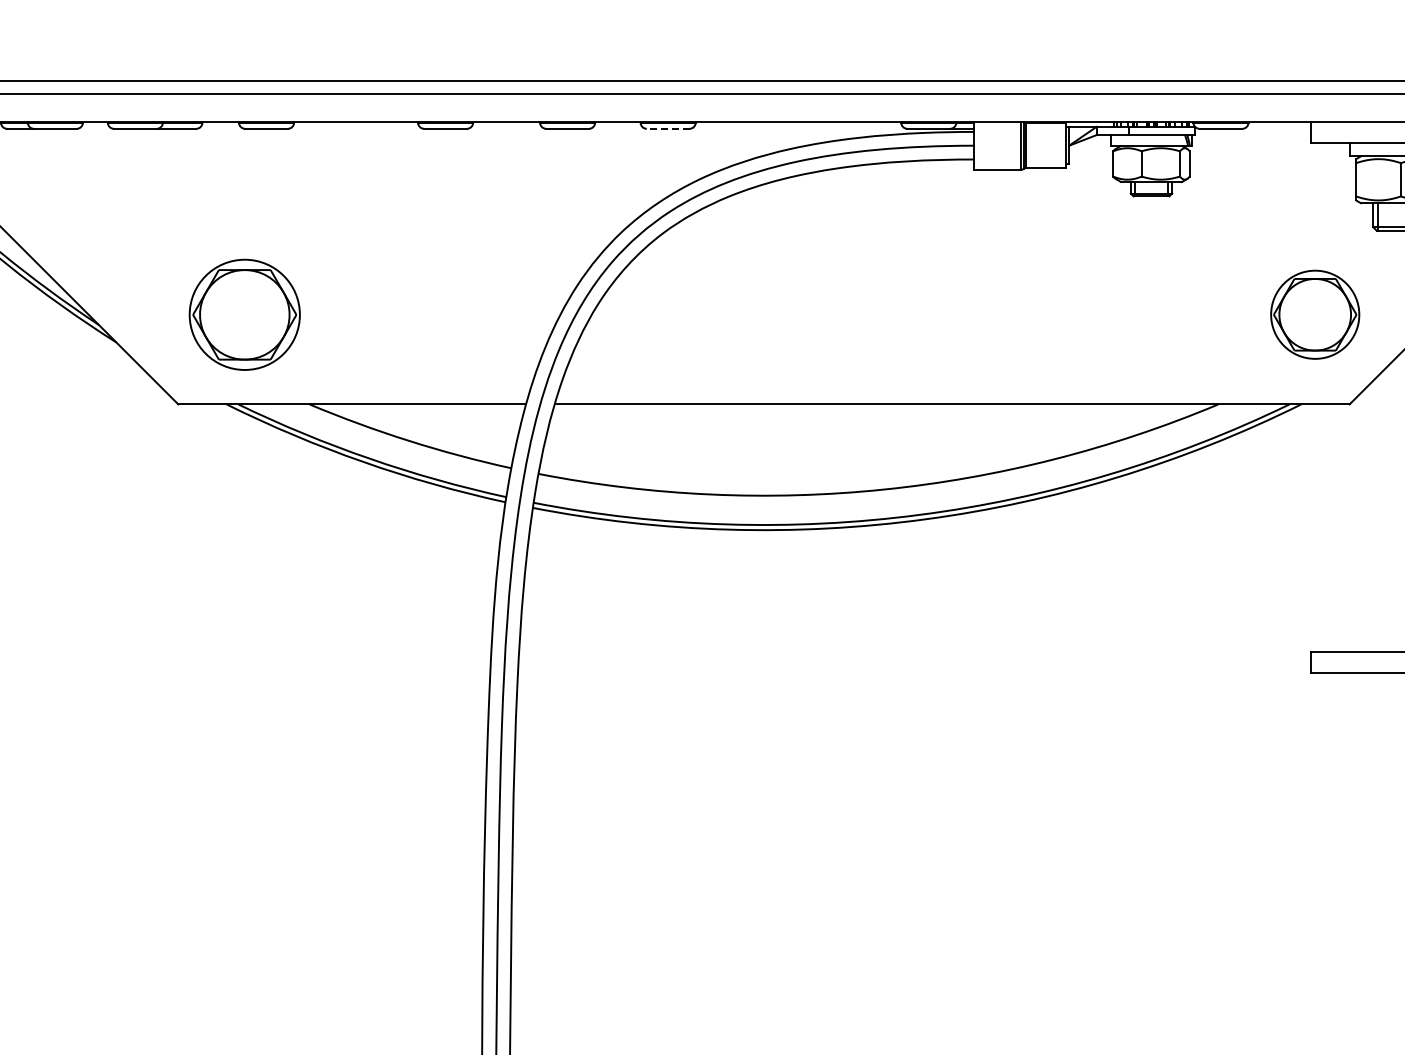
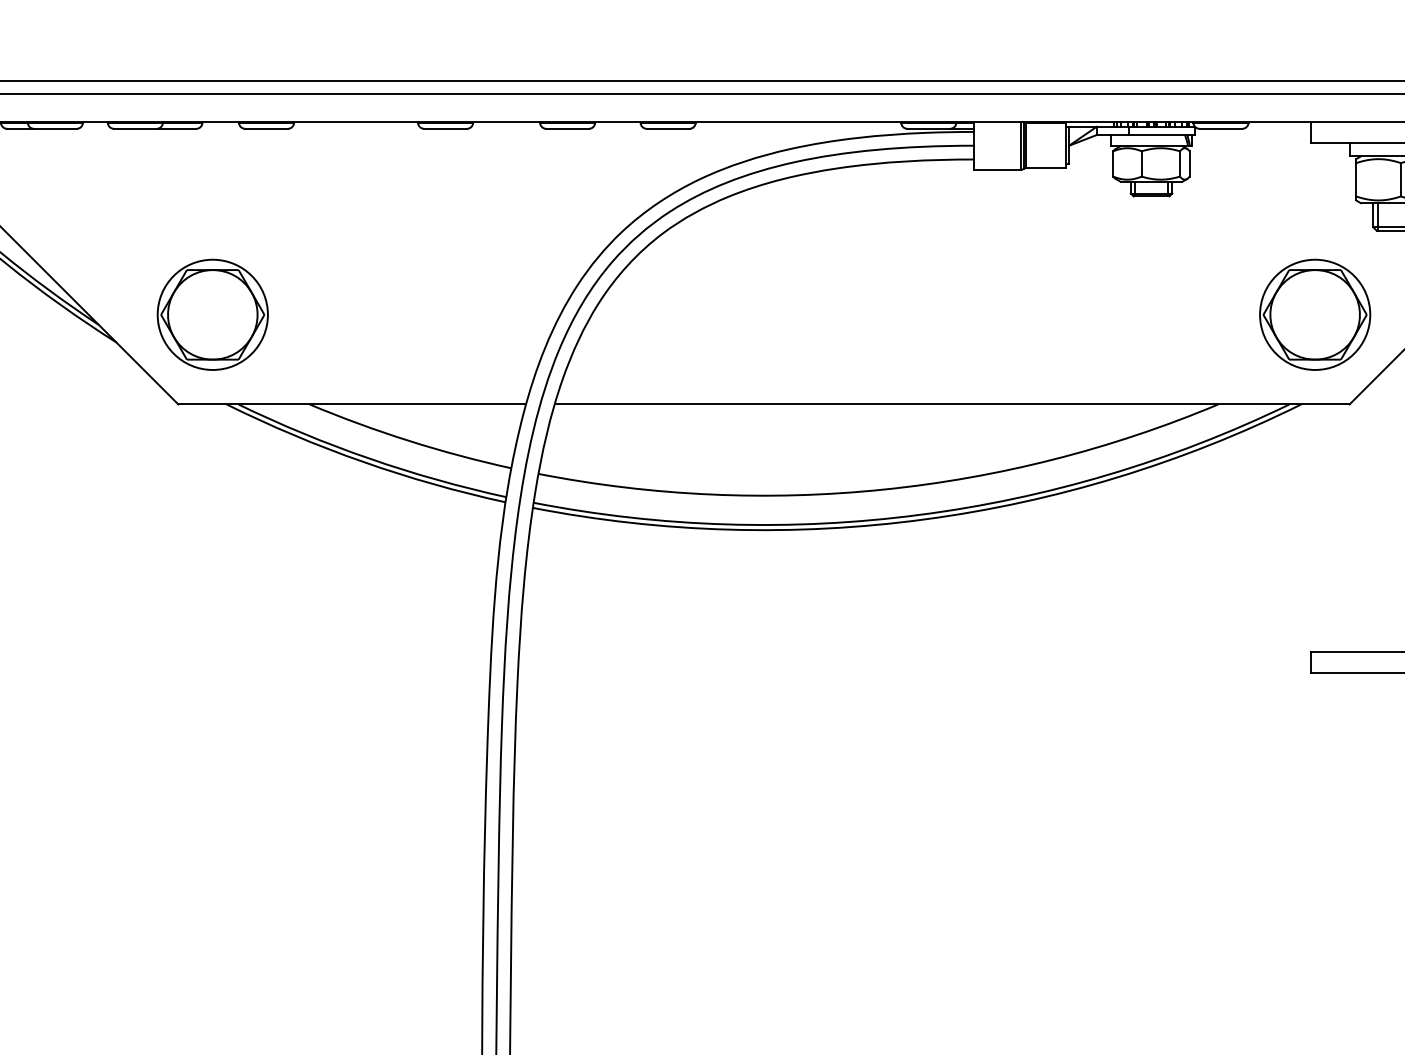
line at (667, 128): dashed -> solid
part at (244, 314) position: (244, 314) -> (212, 314)
part at (1315, 314) size: 91x91 px -> 113x113 px
